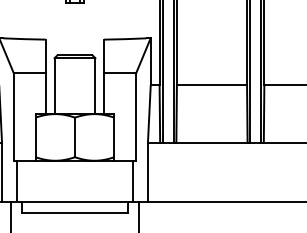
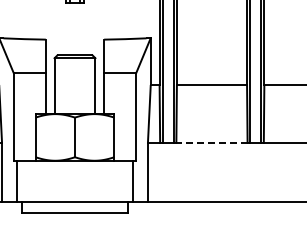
line at (211, 143): solid -> dashed
line at (10, 215): present -> none
line at (139, 215): present -> none
